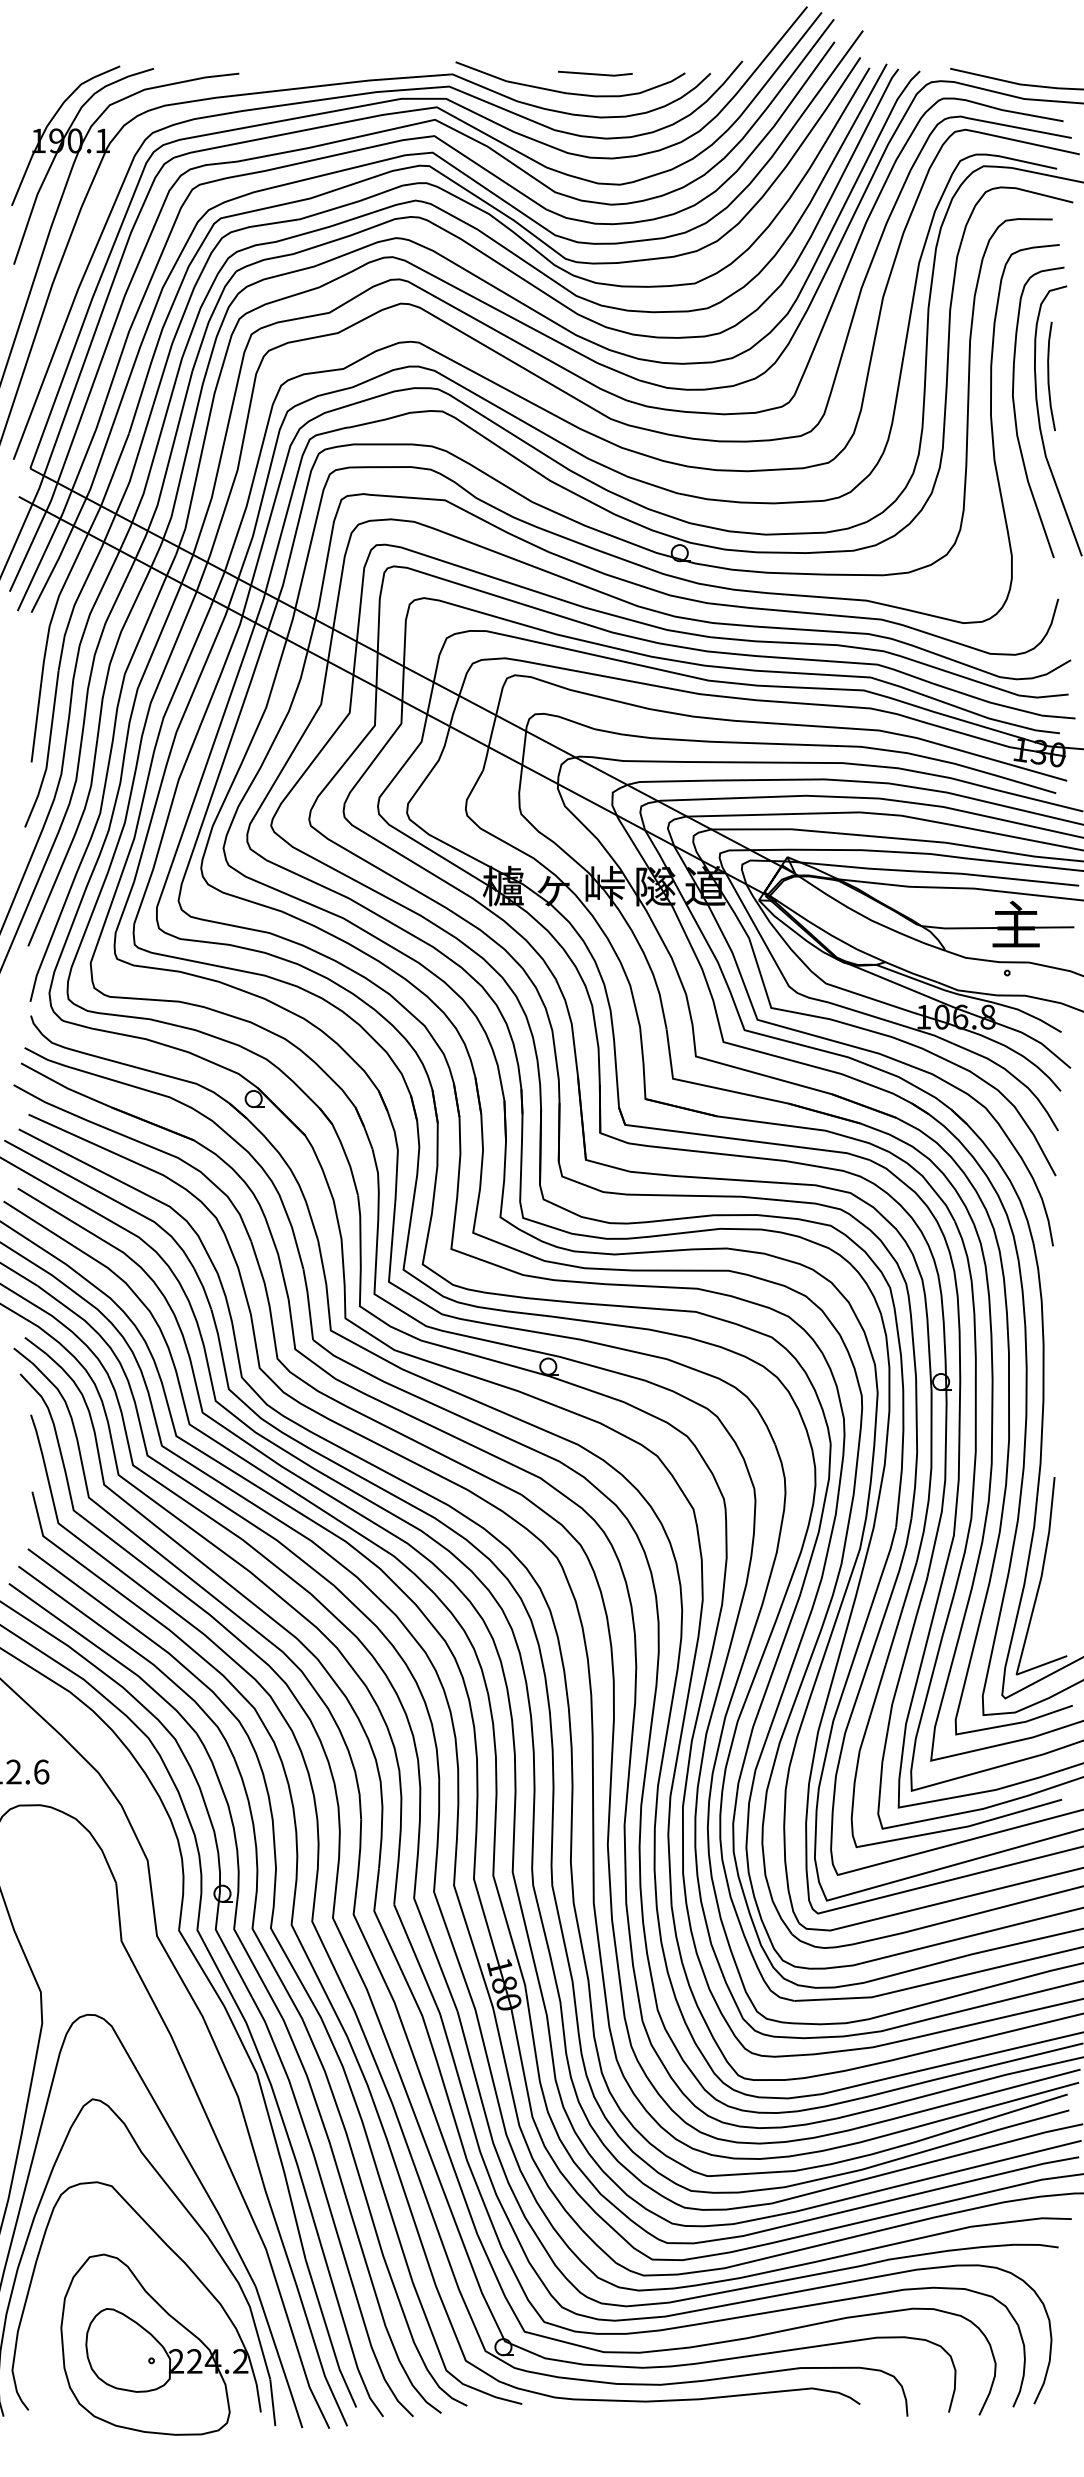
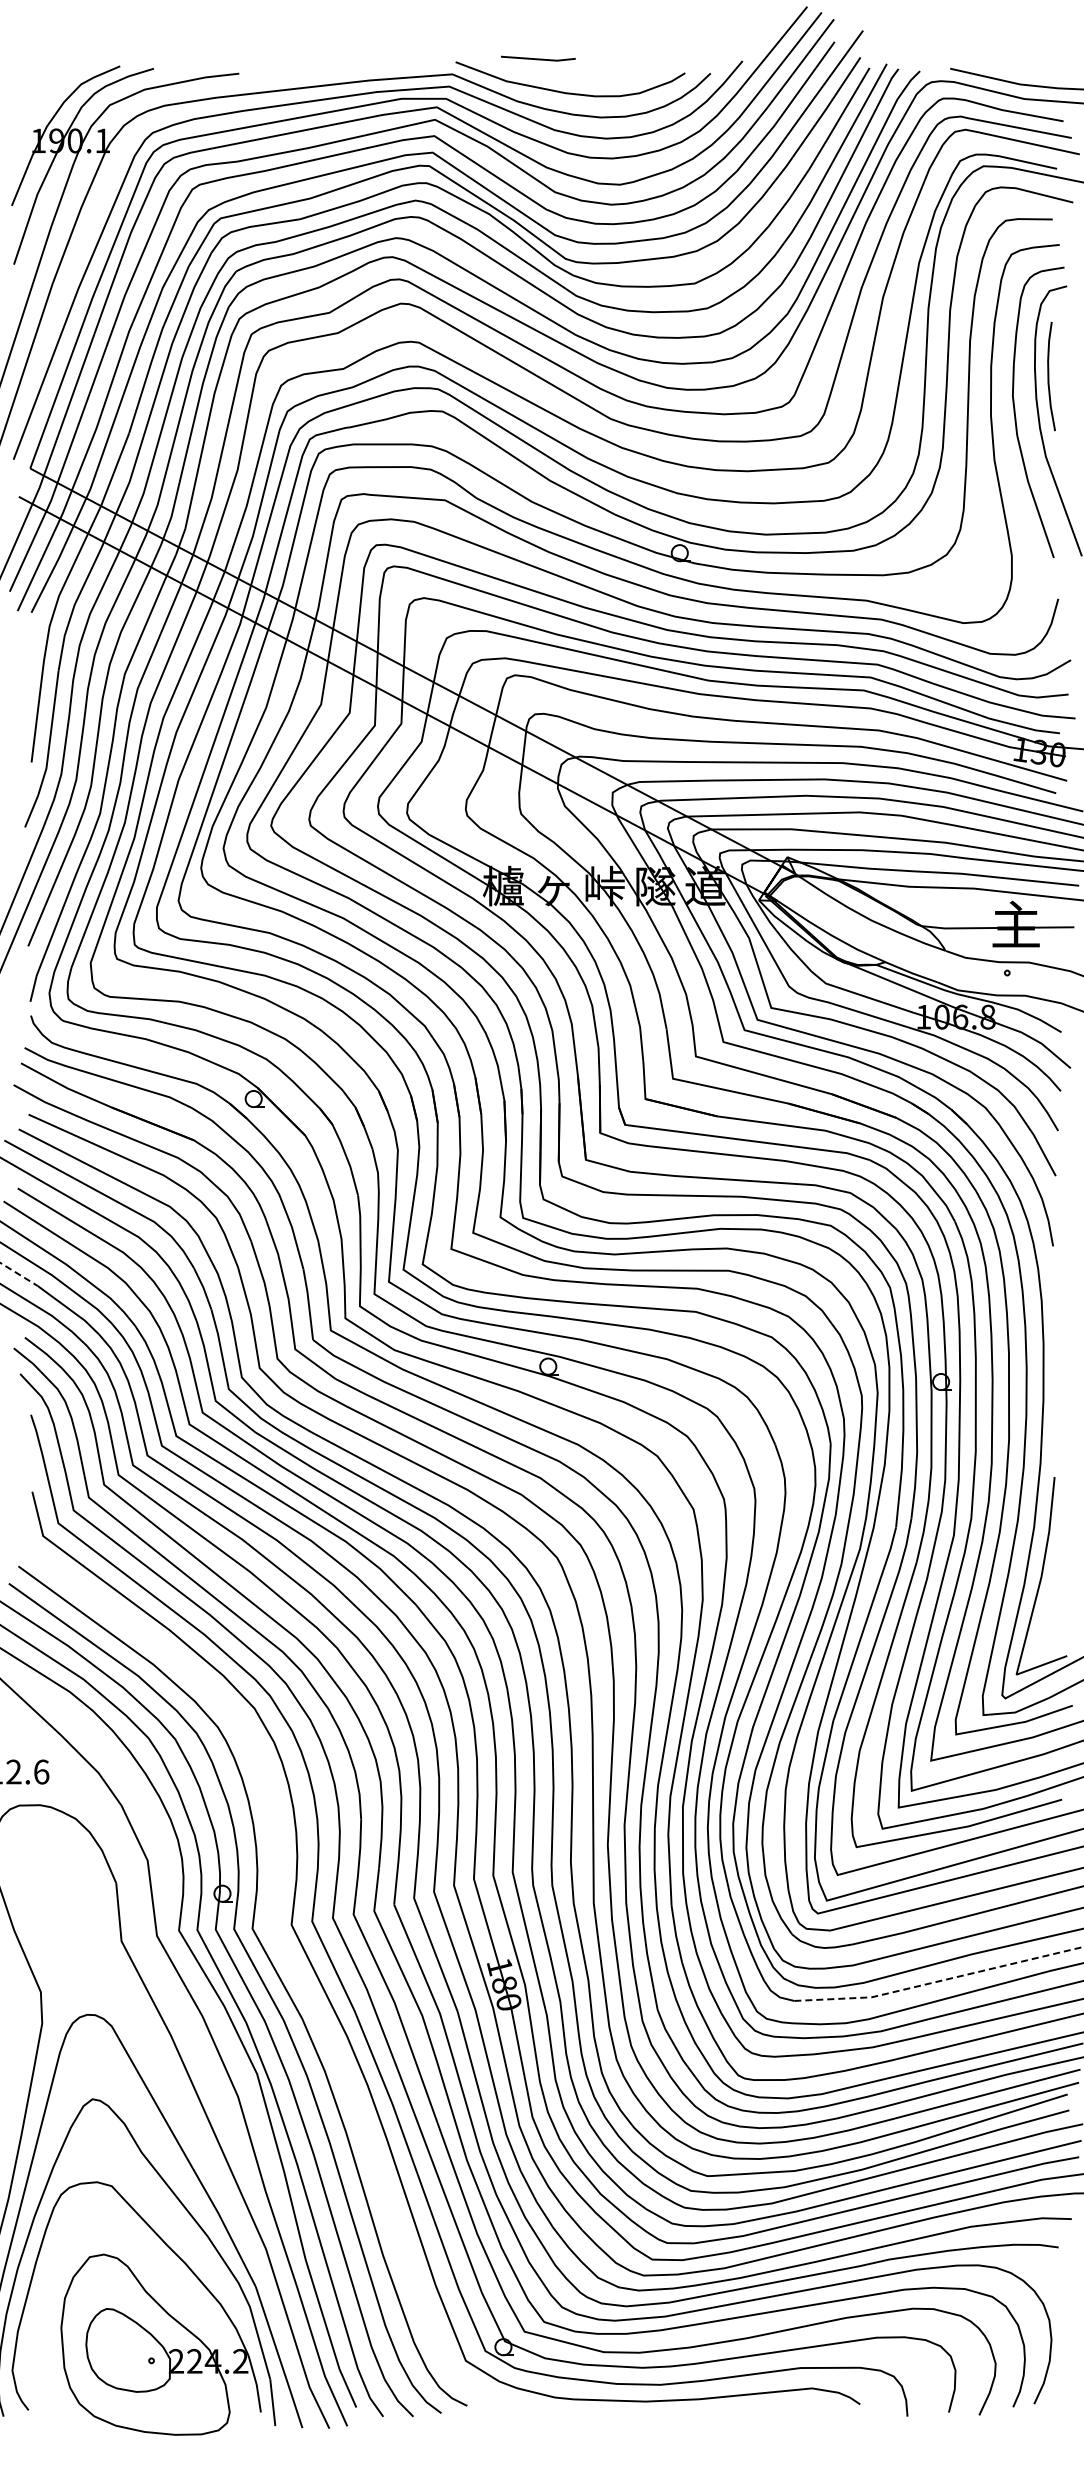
line at (595, 73) position: (595, 73) -> (538, 58)
line at (19, 1274): solid -> dashed
curve at (291, 1967): present -> none
line at (939, 1981): solid -> dashed
